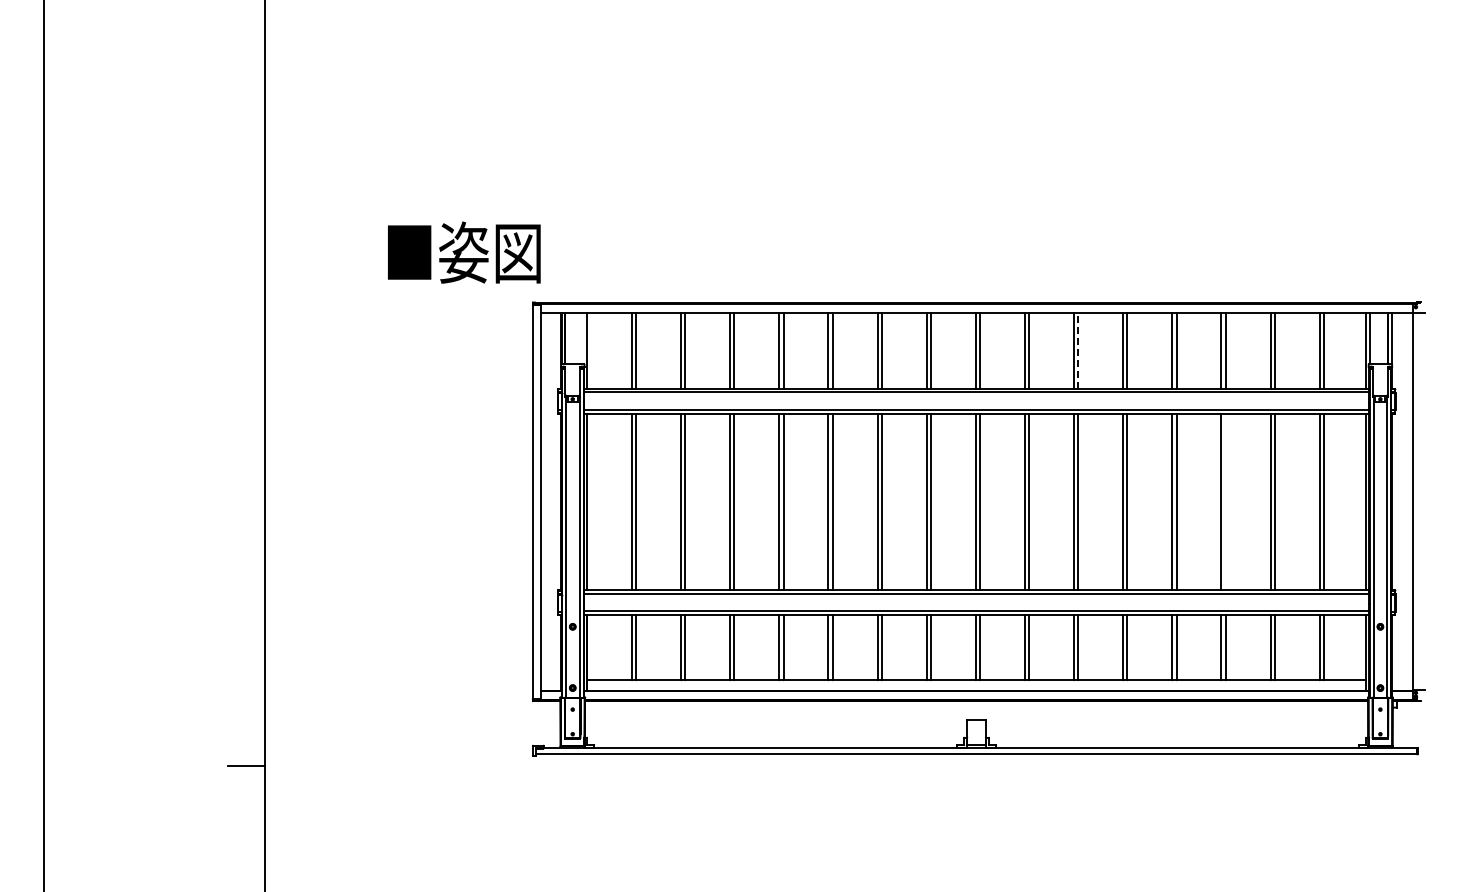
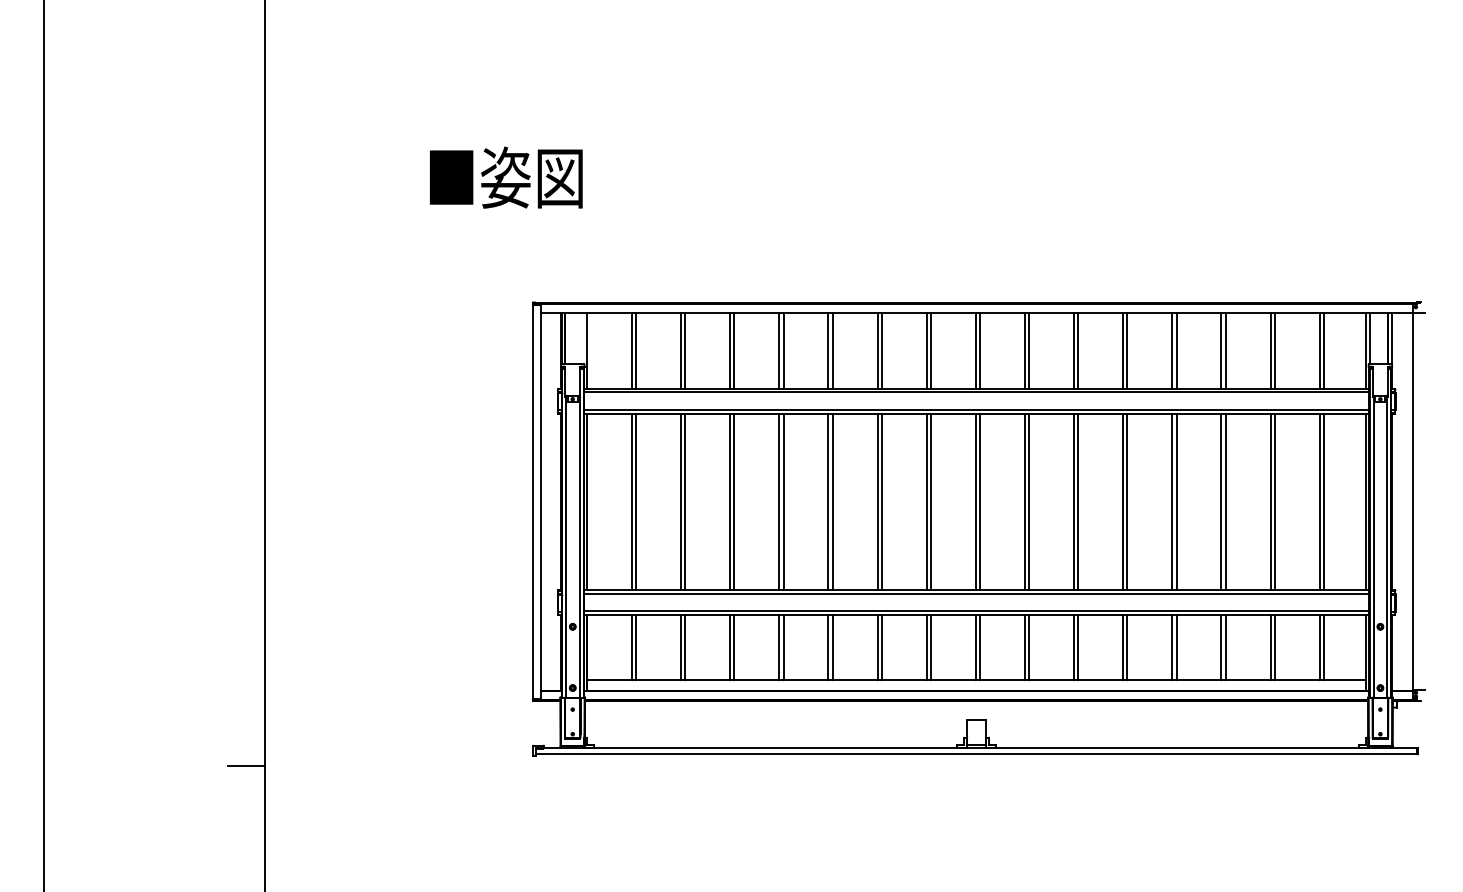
text at (464, 252) position: (464, 252) -> (506, 177)
line at (1078, 351): dashed -> solid
line at (1225, 501): none -> present
